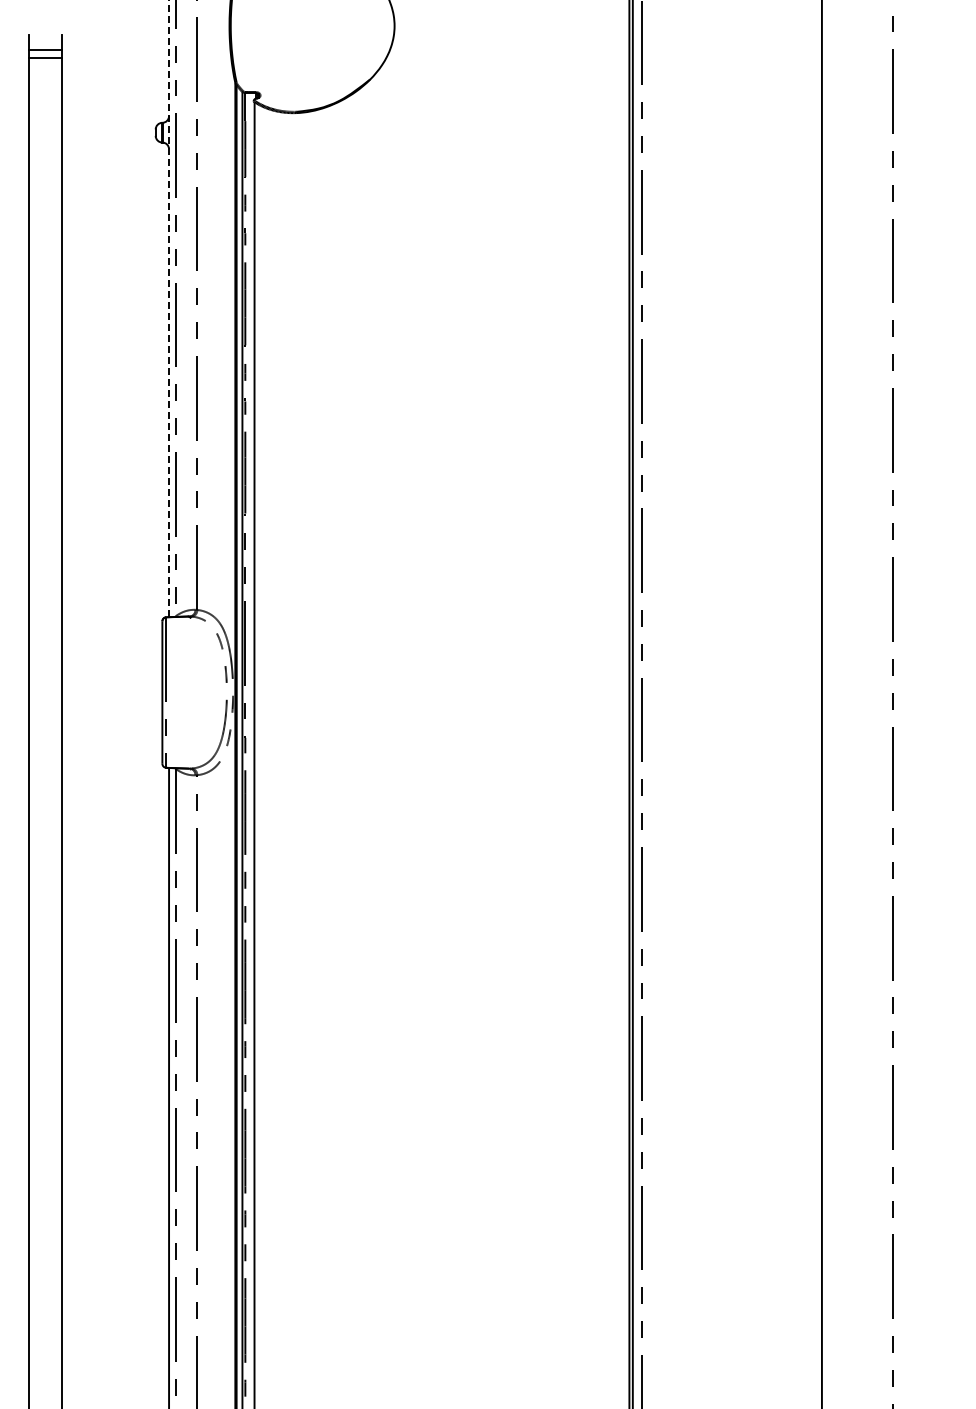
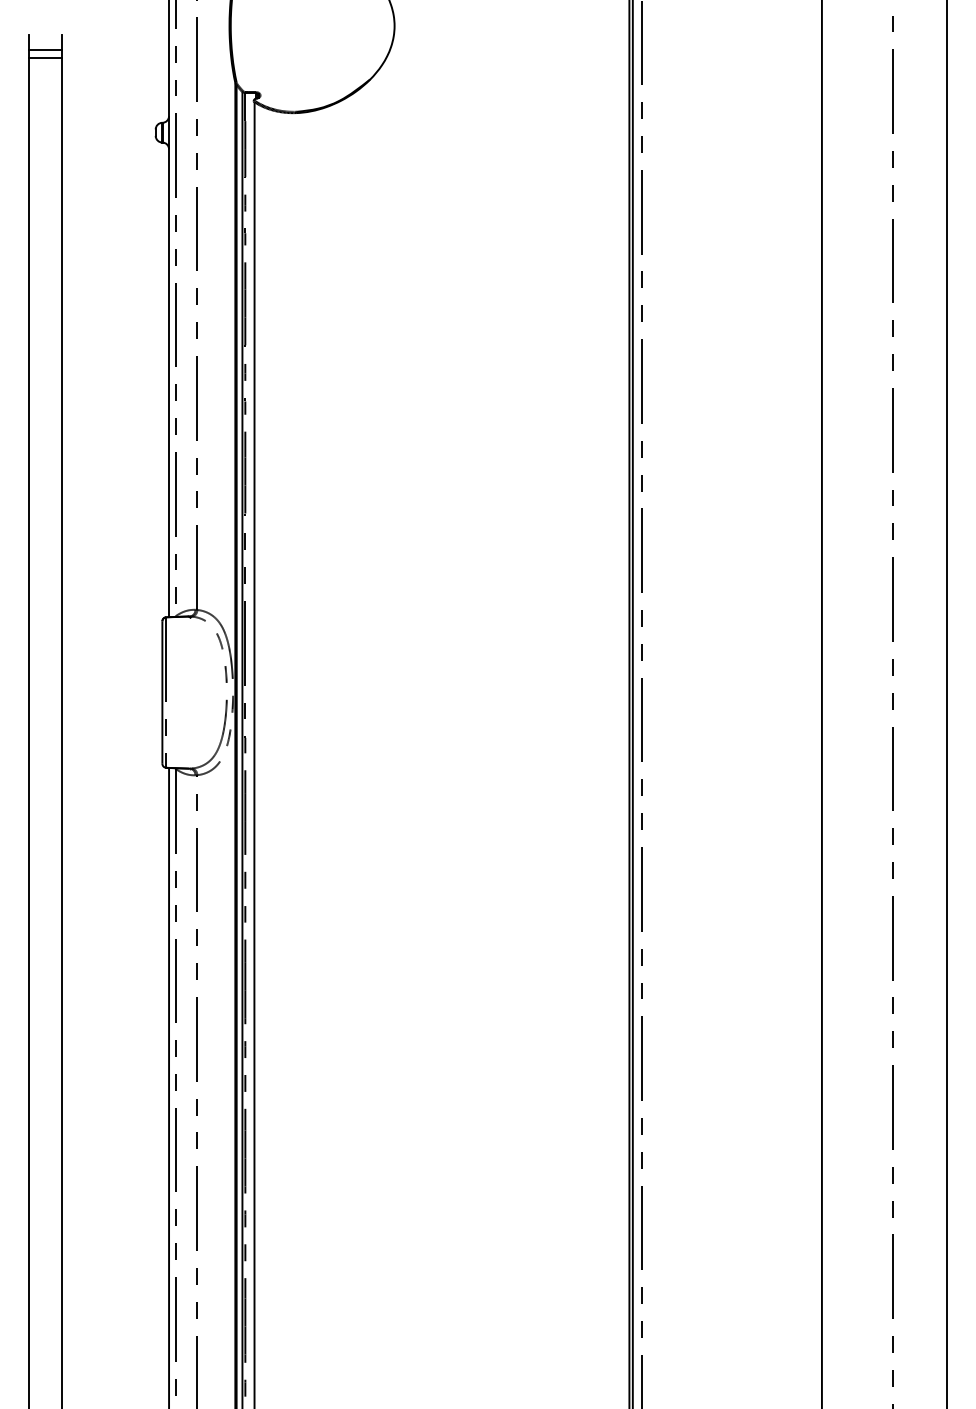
line at (169, 308): dashed -> solid
line at (946, 703): none -> present
